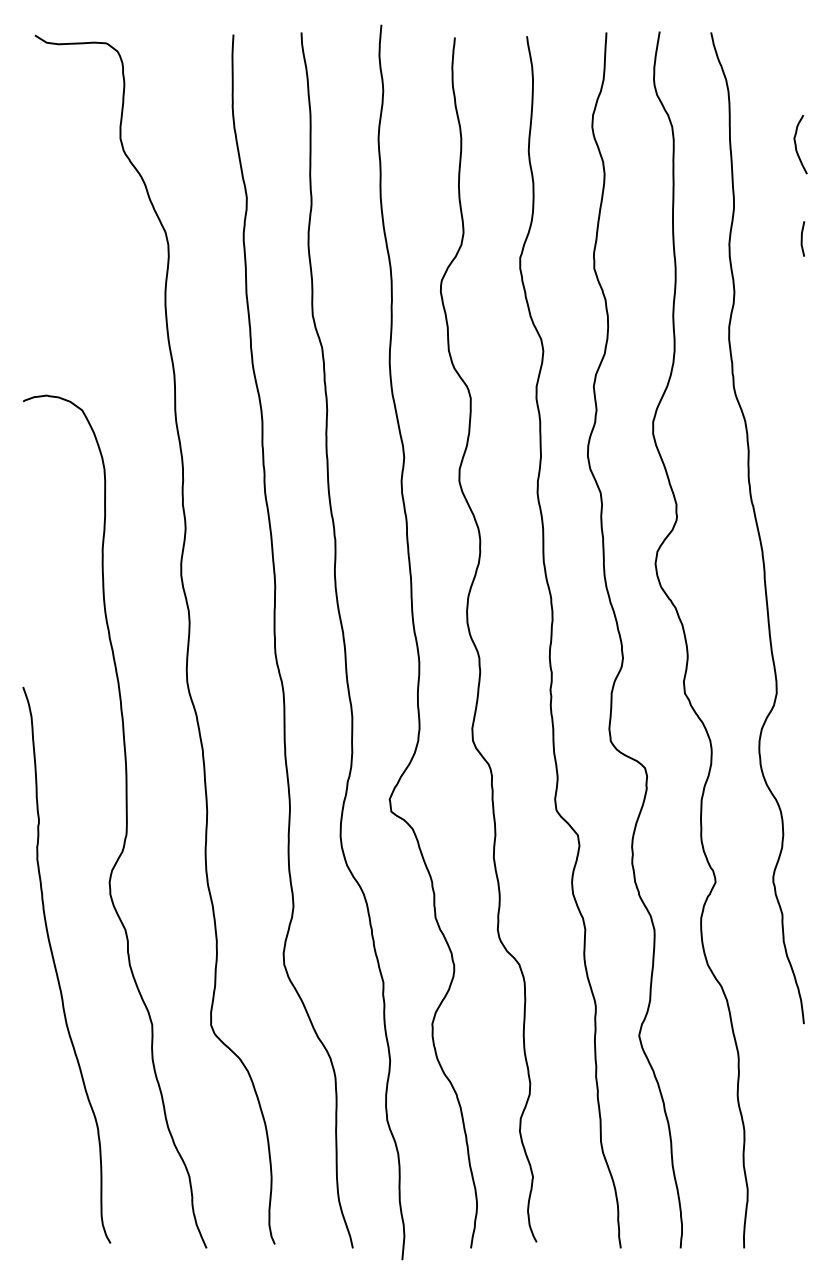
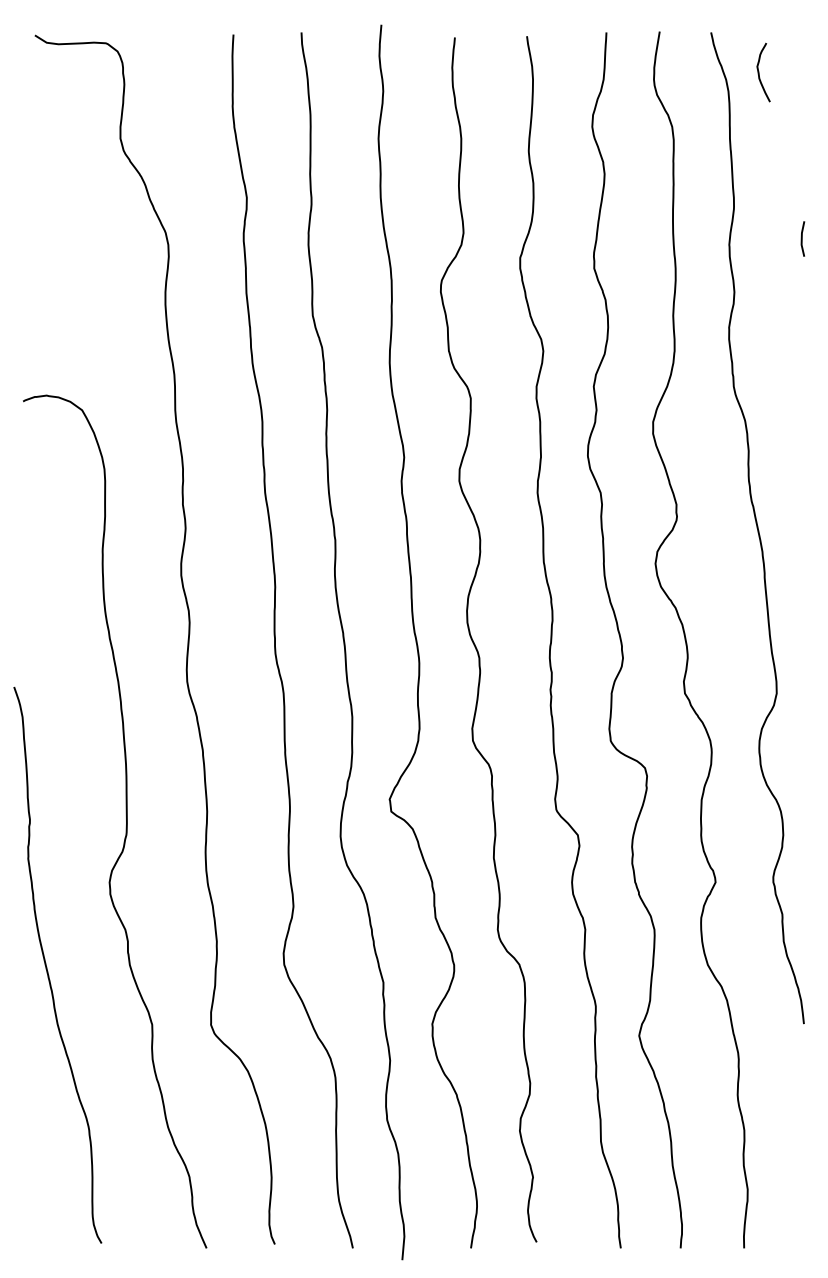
curve at (796, 144) position: (796, 144) -> (759, 72)
curve at (56, 967) position: (56, 967) -> (47, 967)
